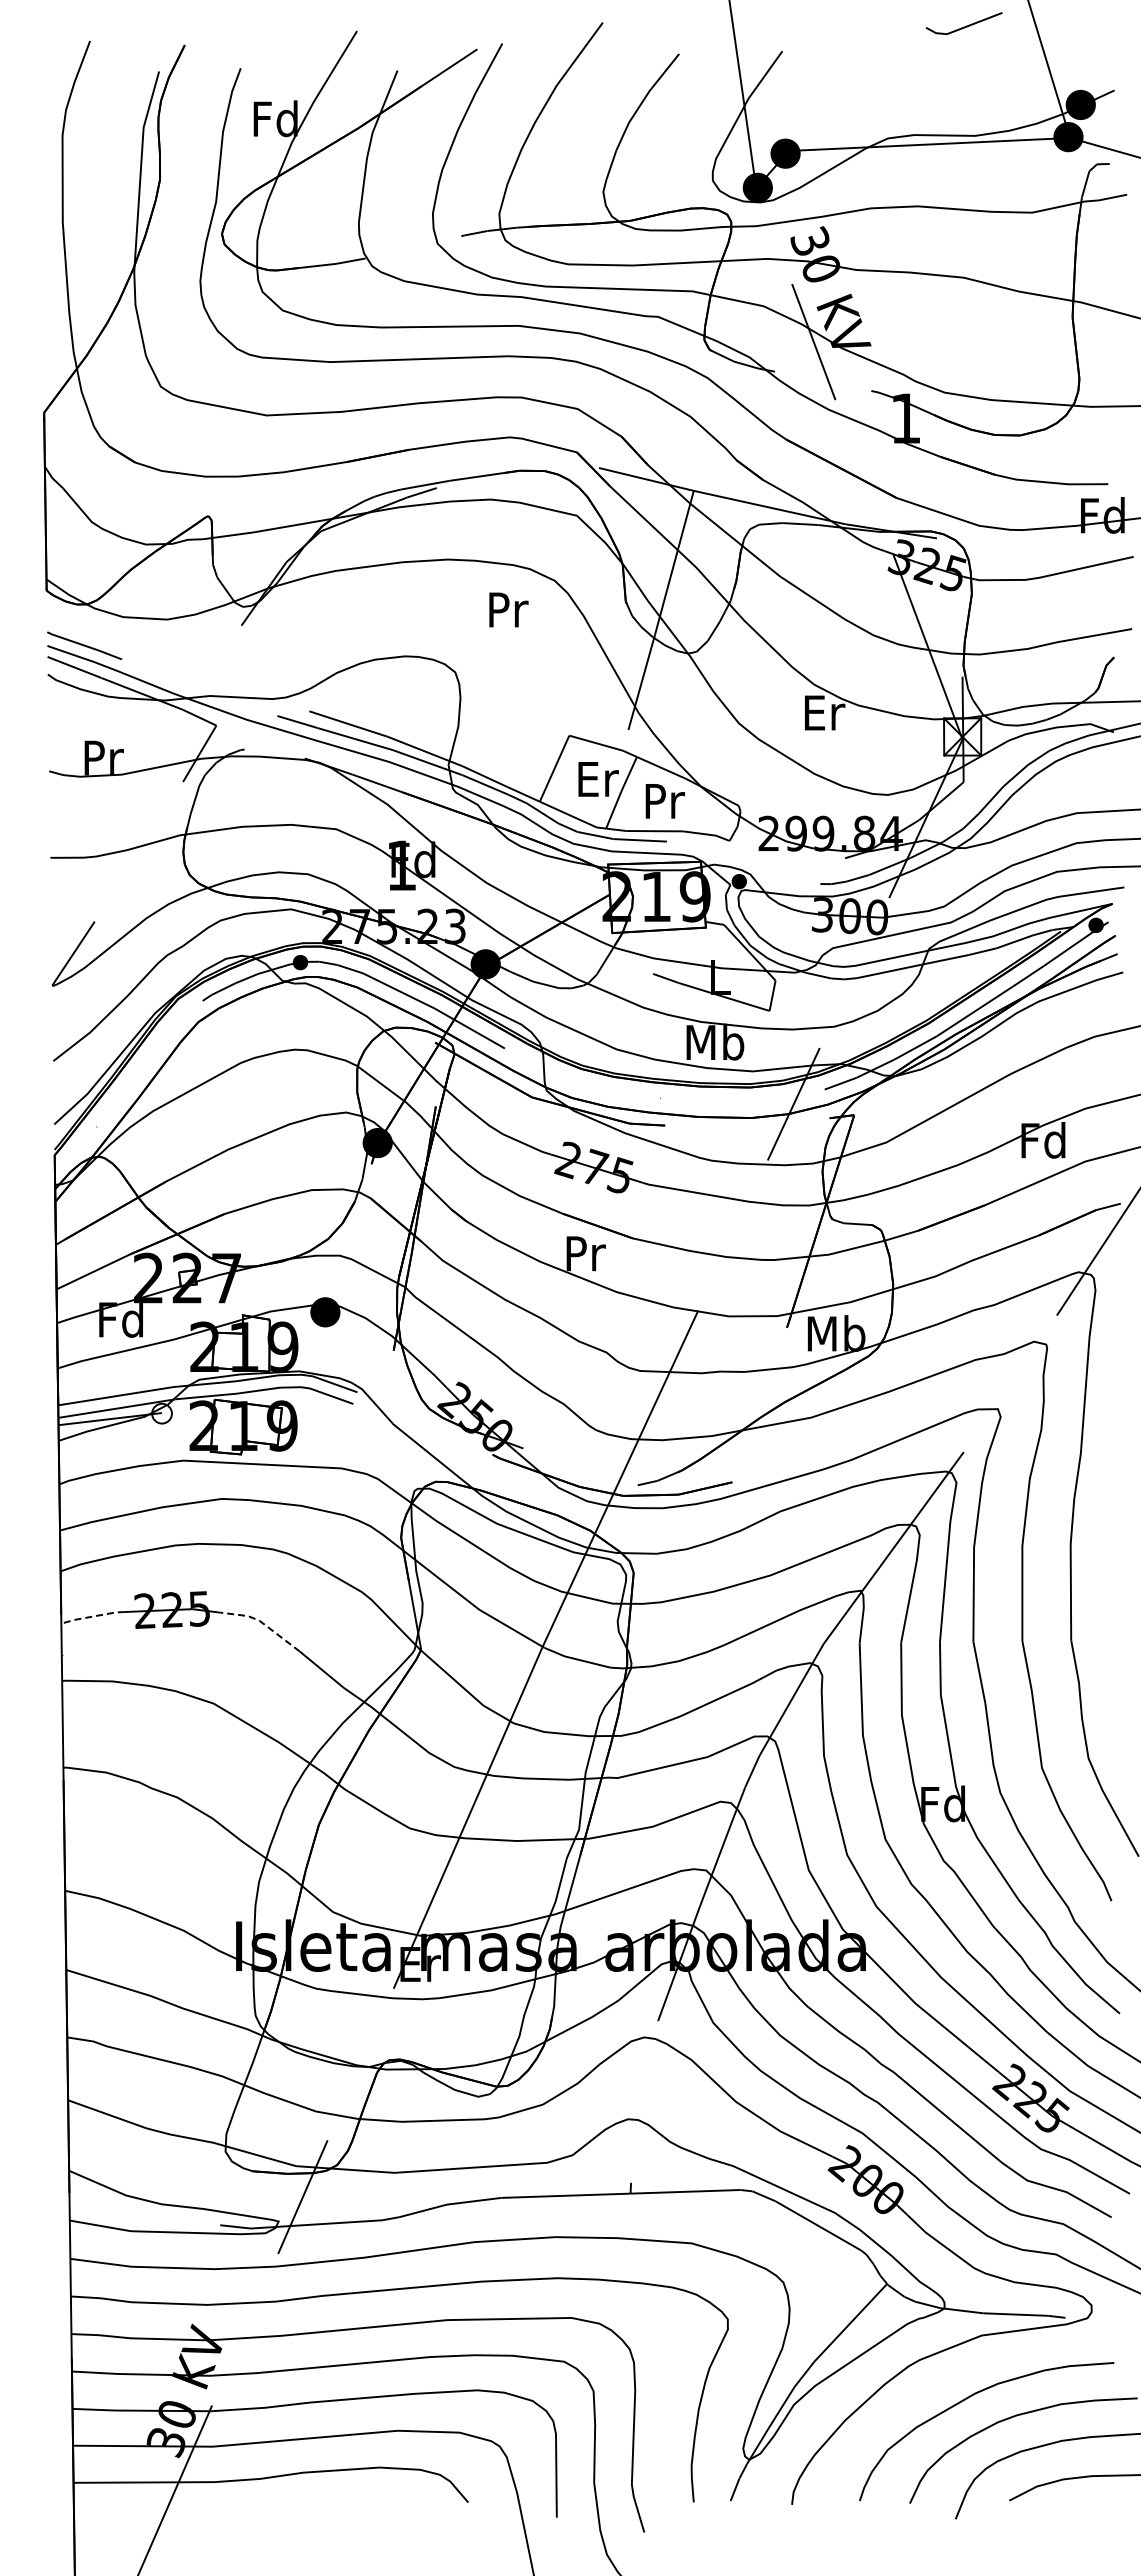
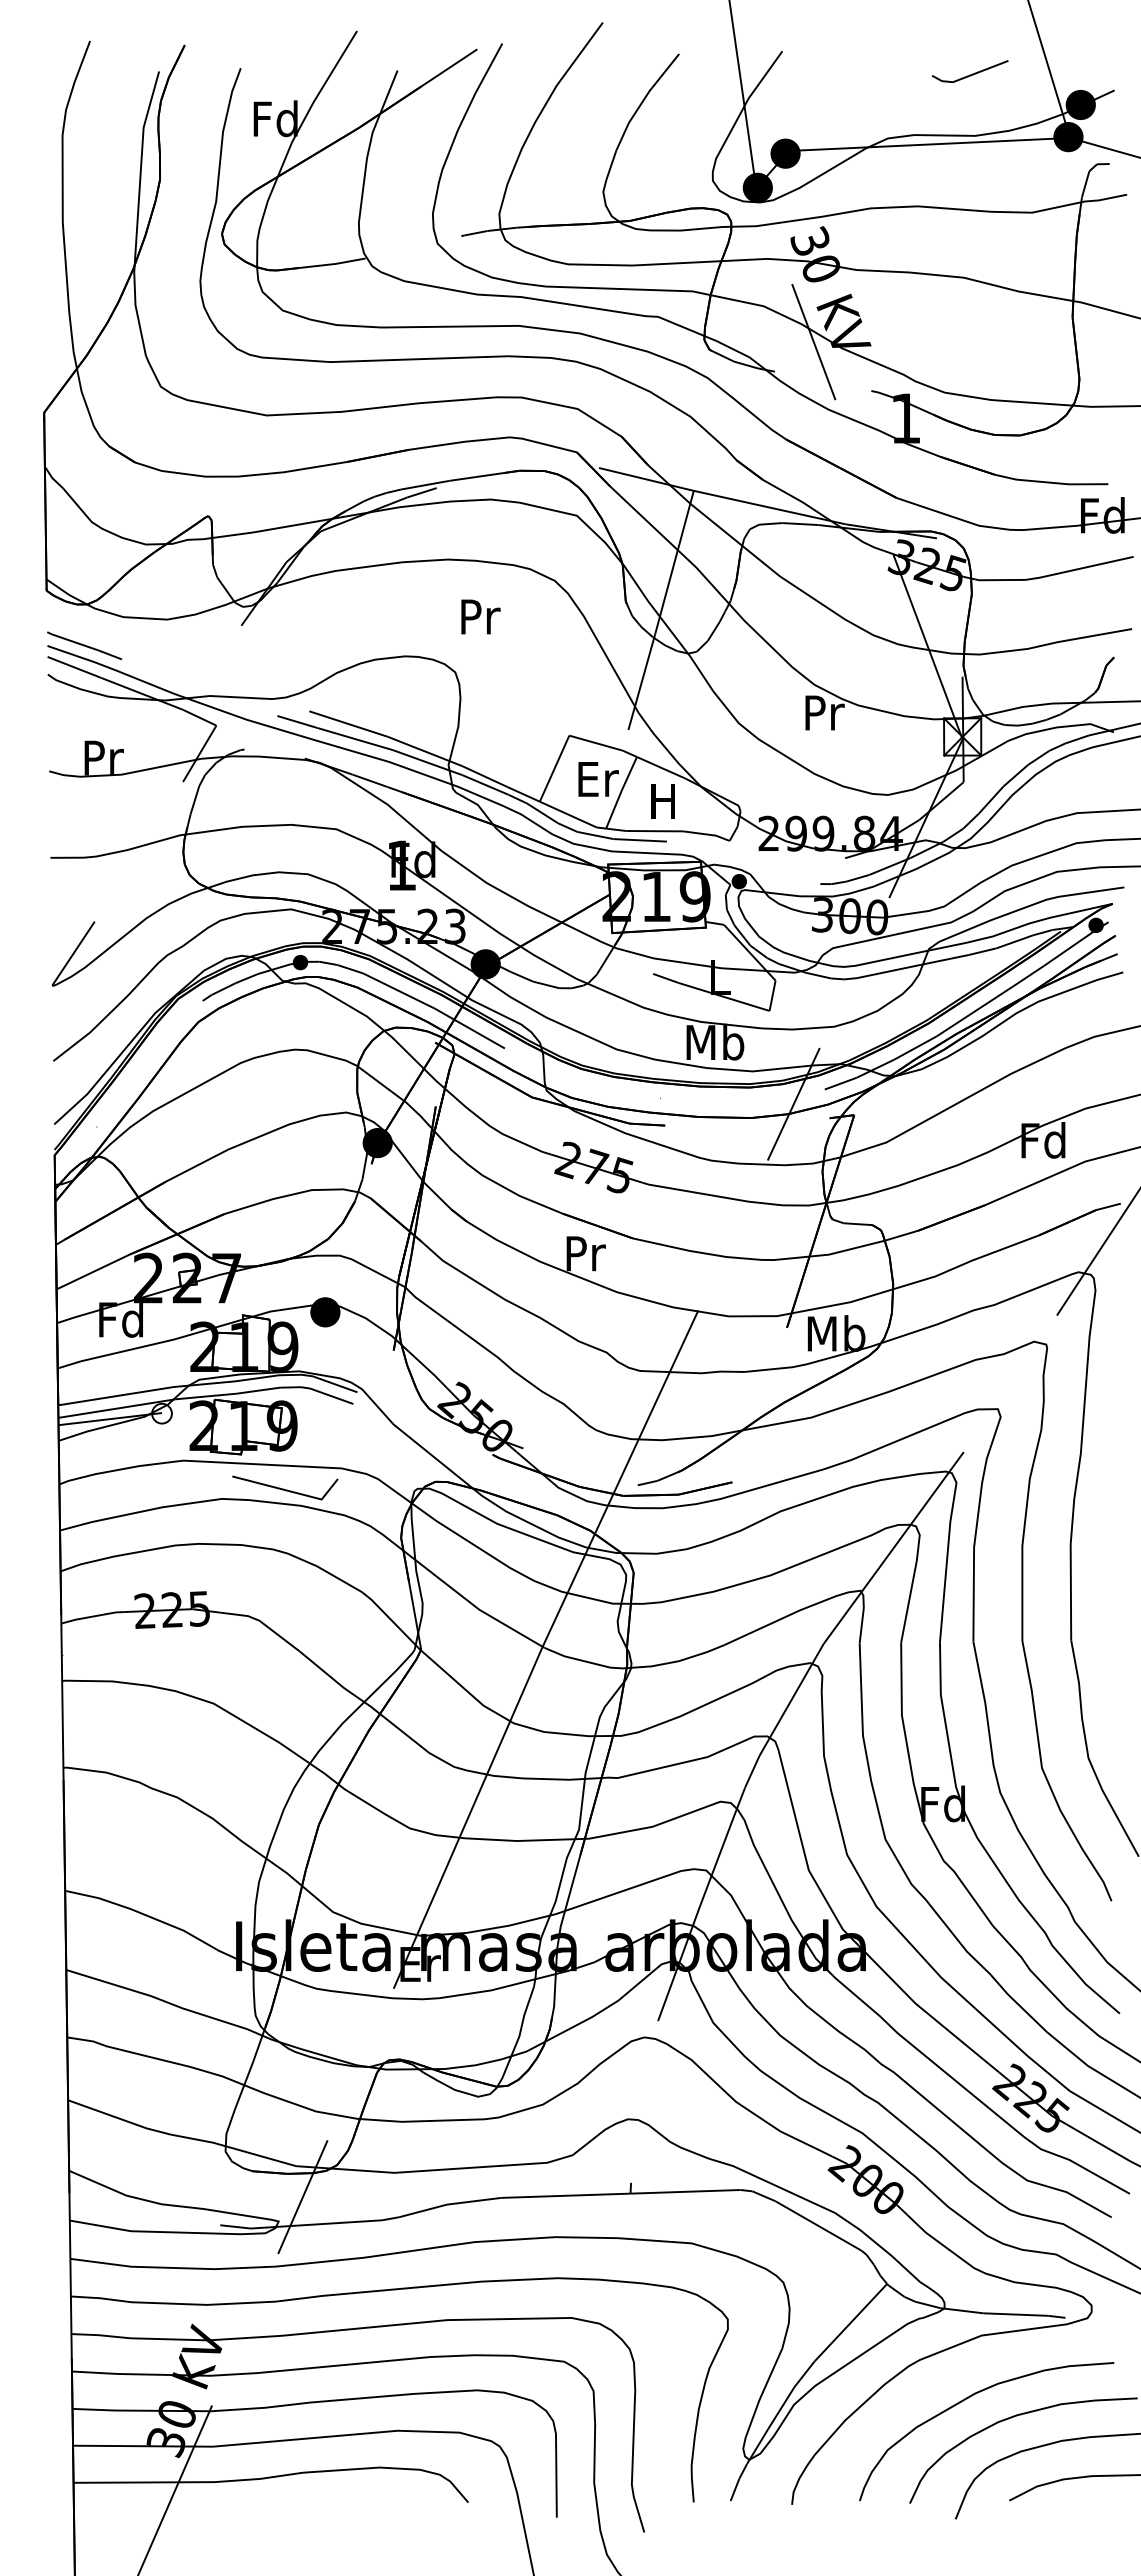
line at (963, 26) position: (963, 26) -> (969, 74)
text at (508, 609) position: (508, 609) -> (480, 616)
text at (825, 712): Er -> Pr
text at (664, 801): Pr -> H
line at (285, 1489): none -> present
line at (92, 1616): dashed -> solid
line at (261, 1622): dashed -> solid
